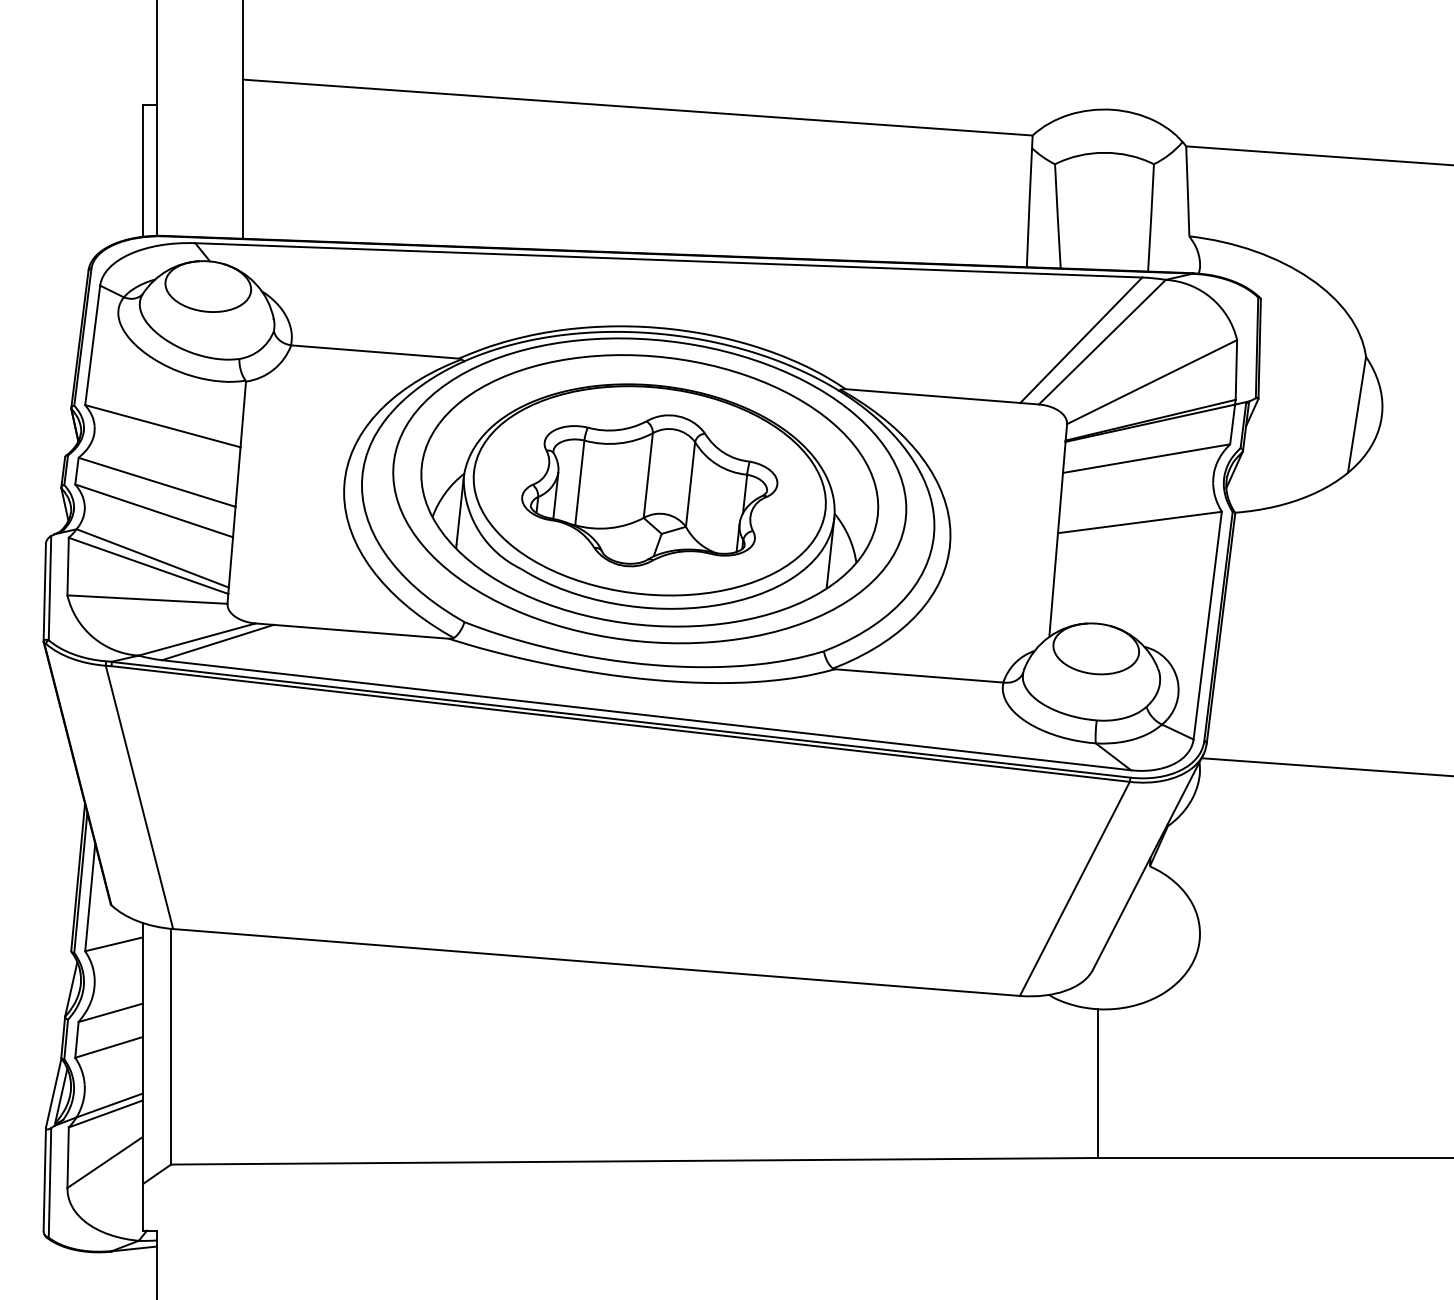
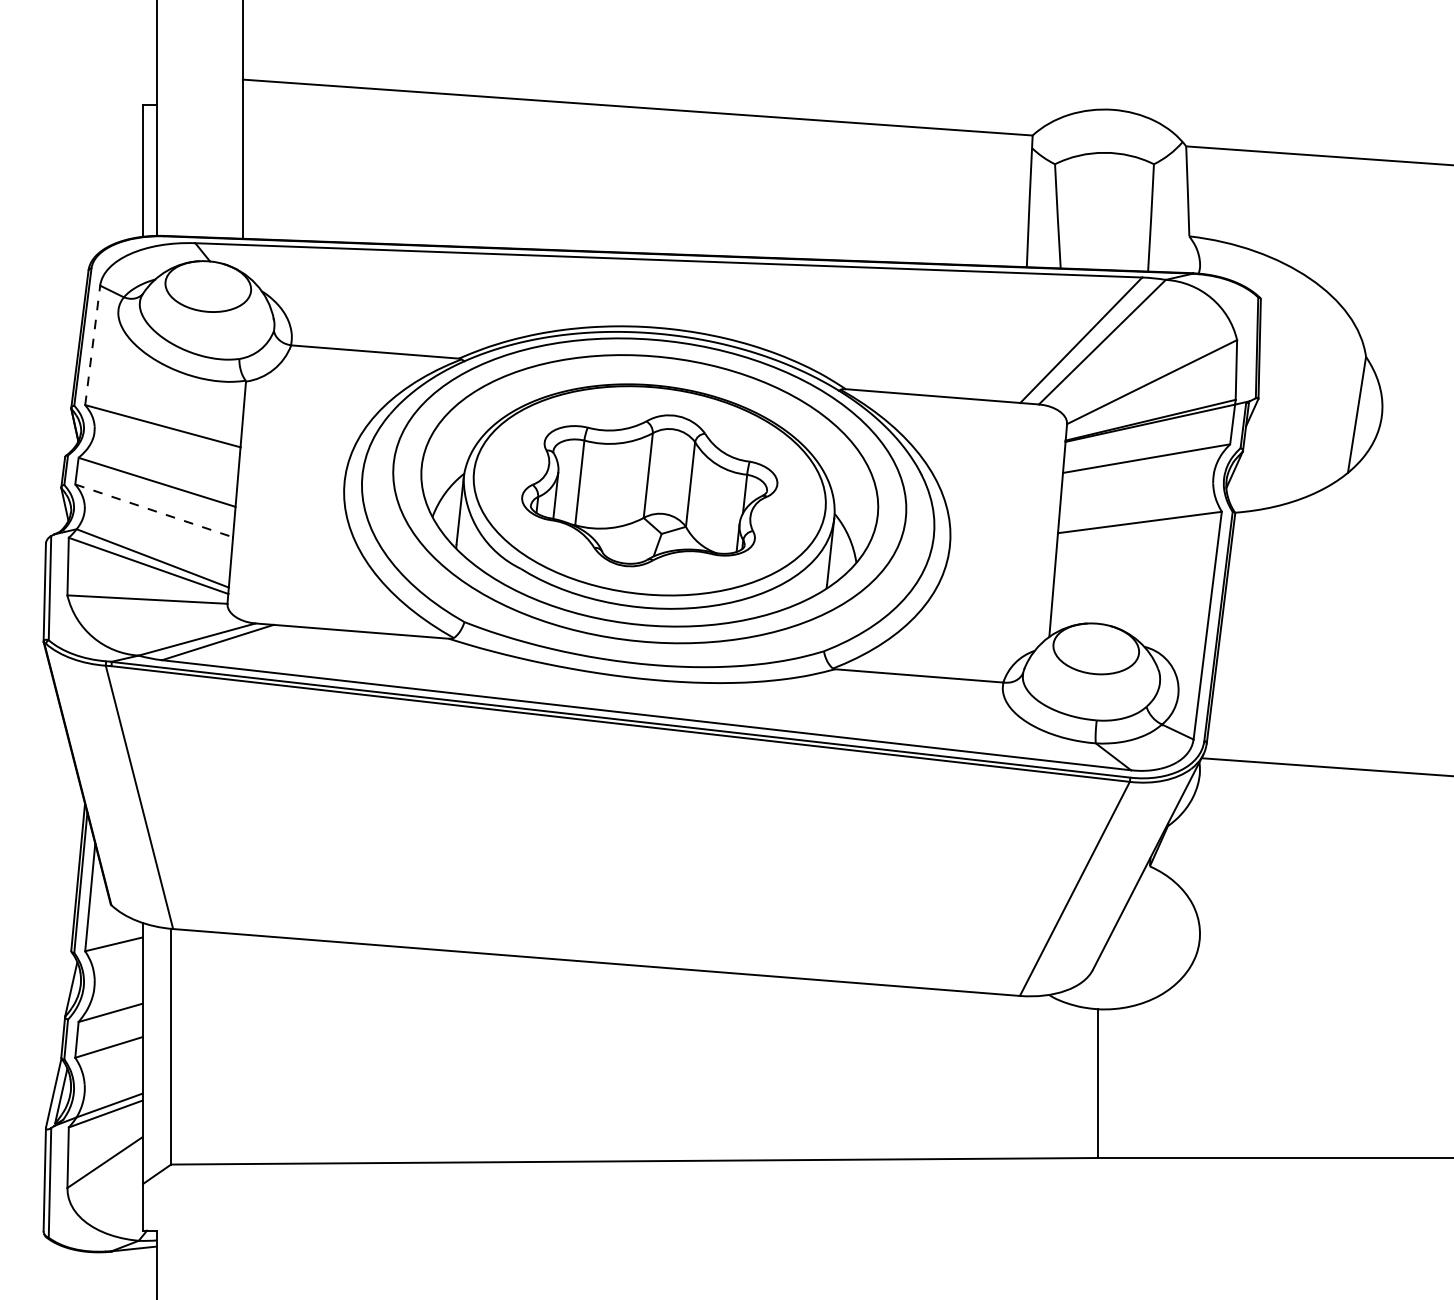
line at (92, 344): solid -> dashed
line at (154, 511): solid -> dashed
